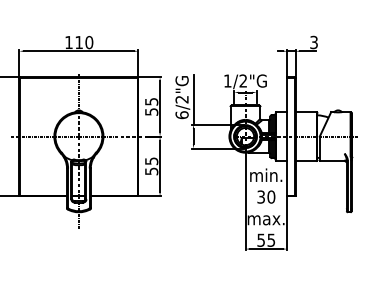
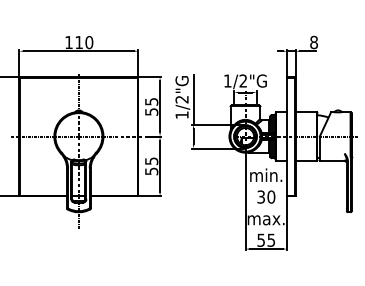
text at (314, 42): 3 -> 8
text at (181, 115): 6/2"G -> 1/2"G
